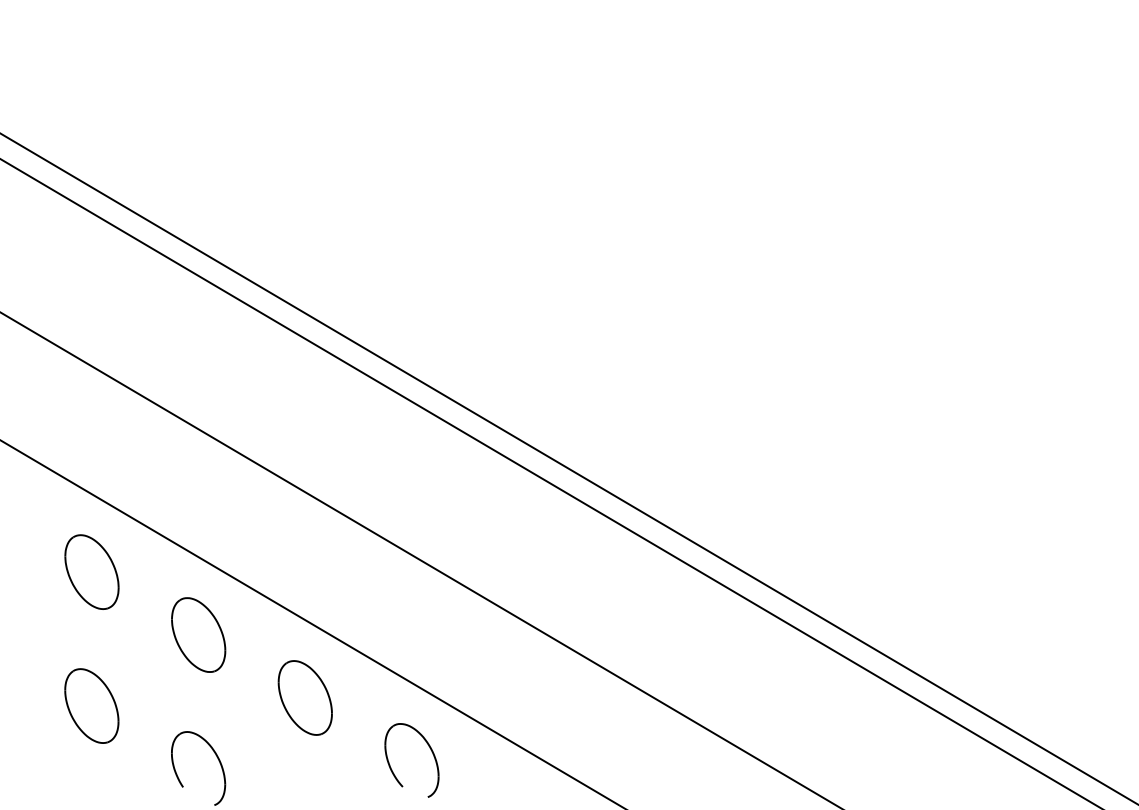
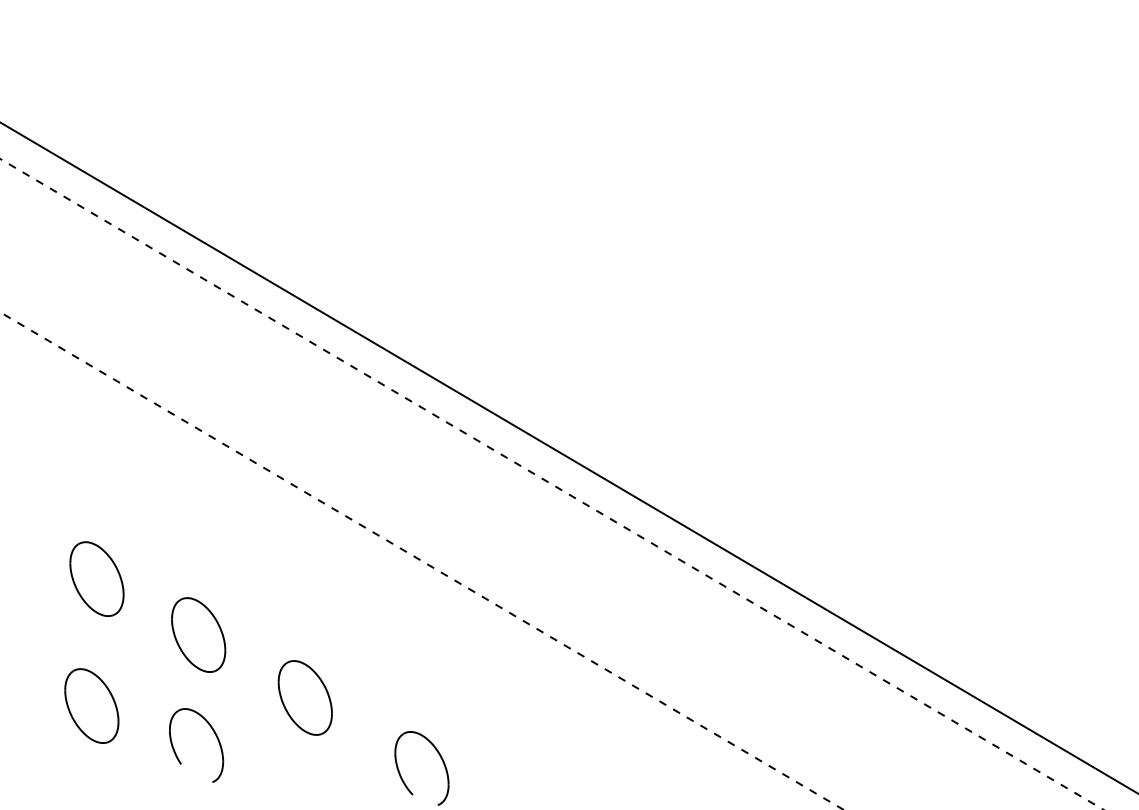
line at (568, 468) position: (568, 468) -> (568, 457)
line at (551, 483): solid -> dashed
line at (421, 560): solid -> dashed
part at (91, 571) position: (91, 571) -> (96, 578)
line at (311, 623): present -> none
part at (216, 757) position: (216, 757) -> (214, 734)
part at (392, 769) position: (392, 769) -> (402, 777)
